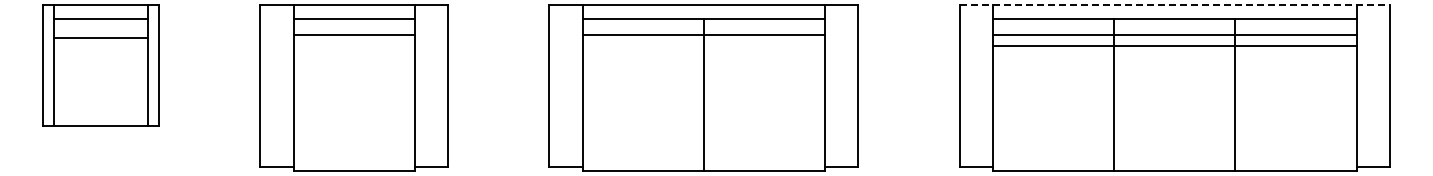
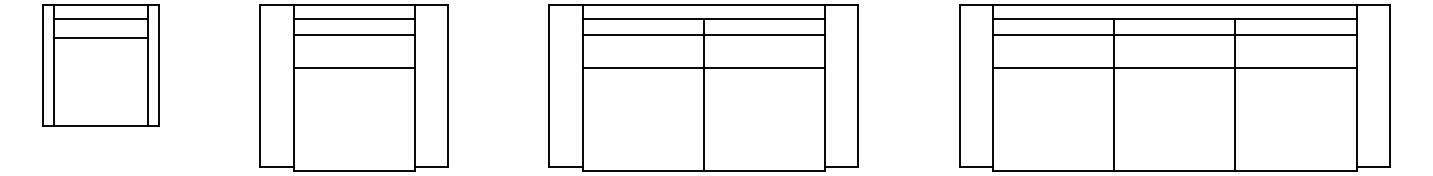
line at (1175, 5): dashed -> solid
line at (1174, 45) position: (1174, 45) -> (1174, 67)
line at (353, 67): none -> present
line at (703, 67): none -> present
